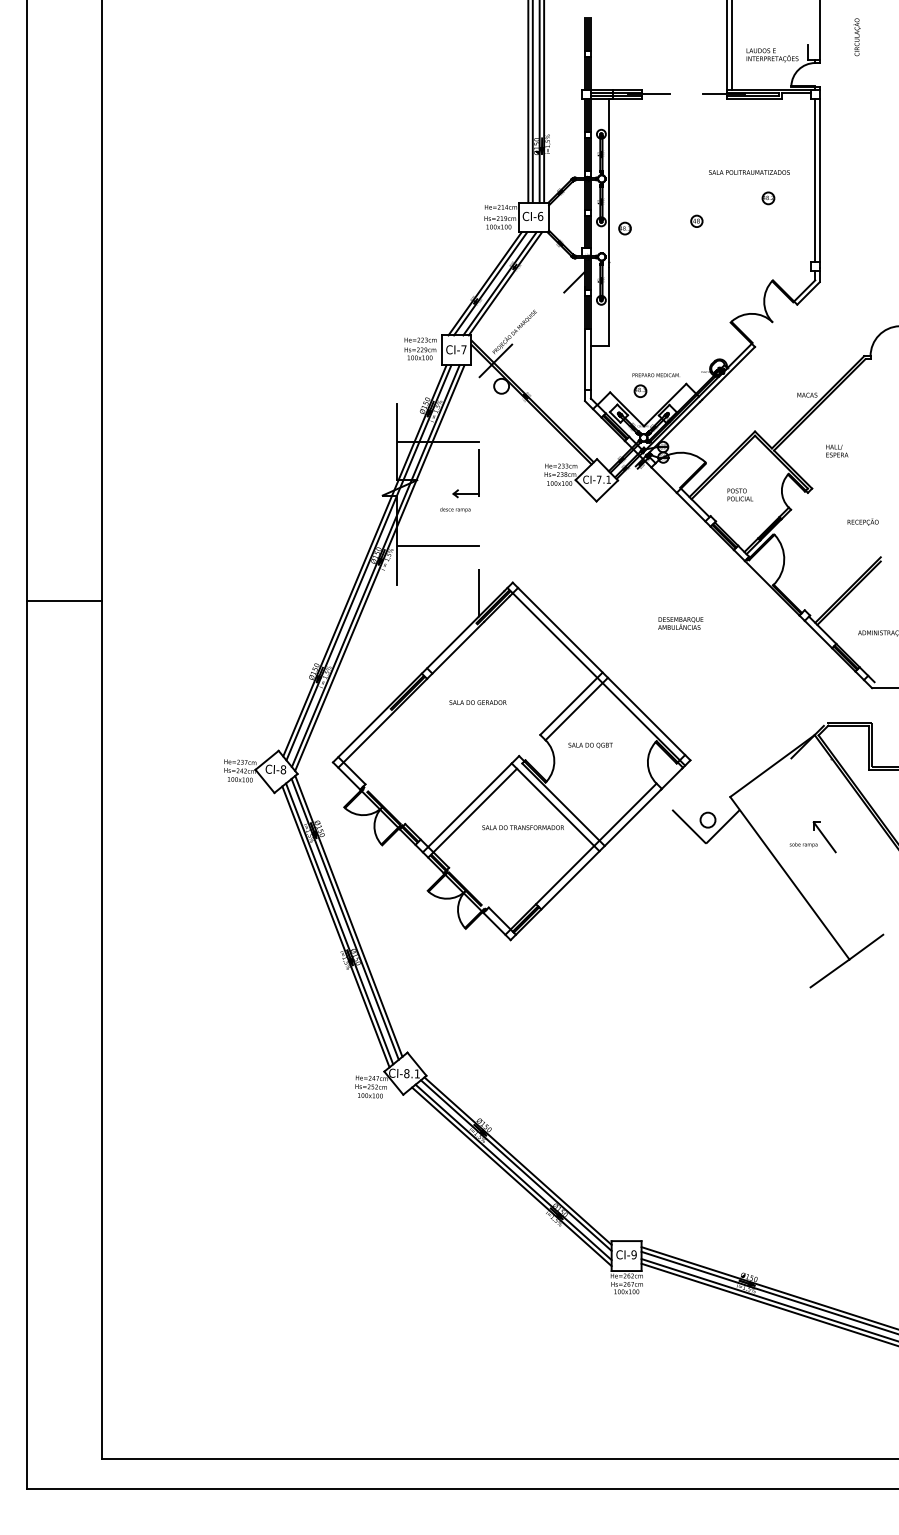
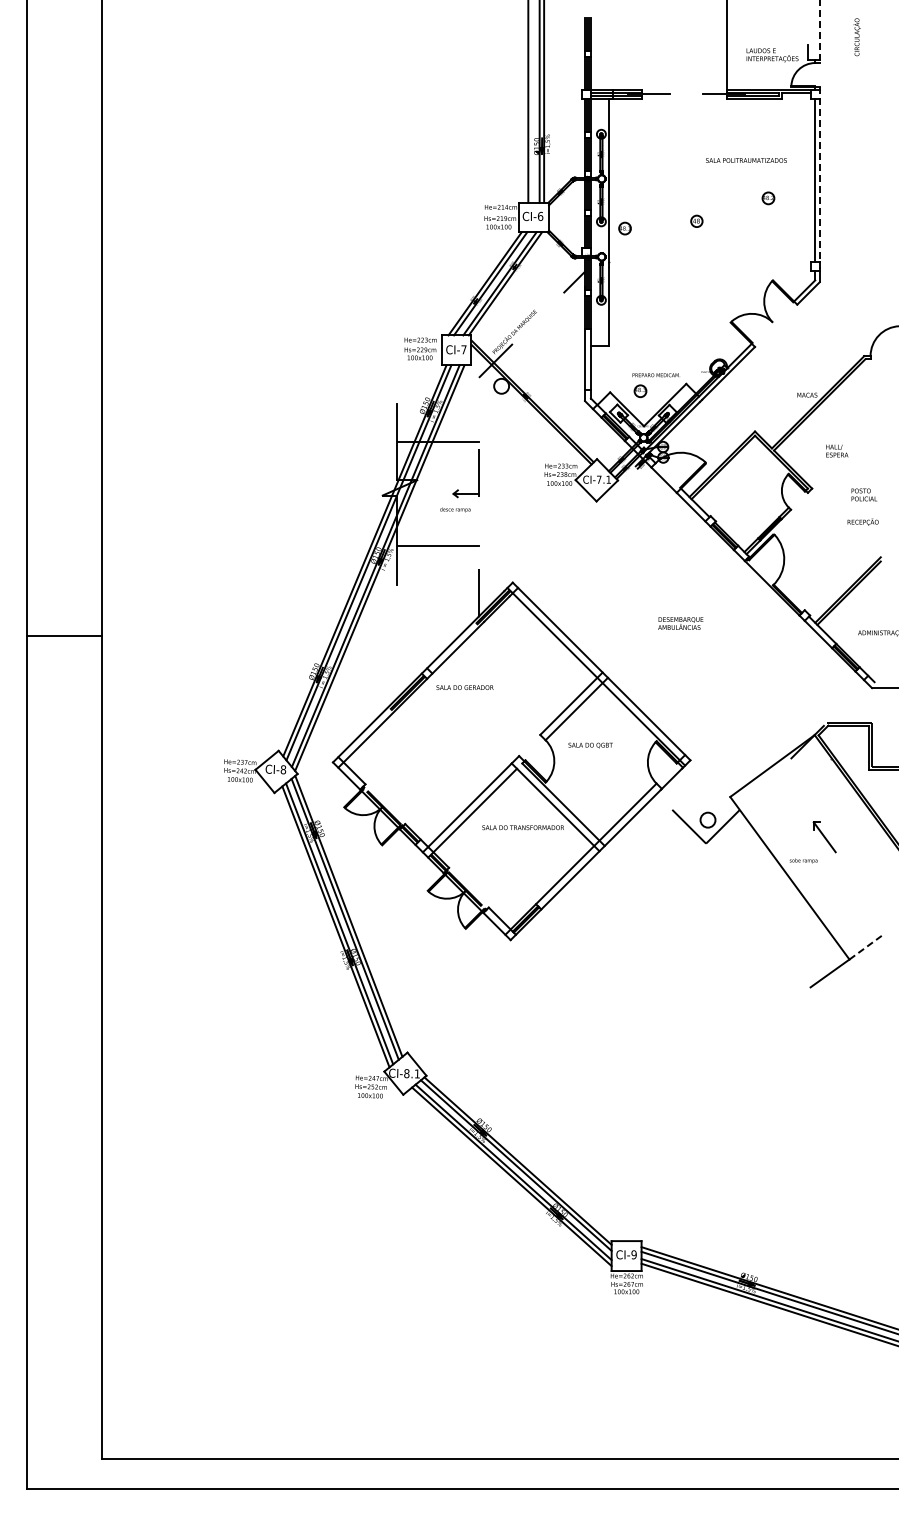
line at (819, 32): solid -> dashed
line at (731, 45): present -> none
line at (532, 102): present -> none
text at (749, 172) position: (749, 172) -> (746, 160)
line at (819, 174): solid -> dashed
text at (740, 494) position: (740, 494) -> (864, 494)
line at (63, 600) position: (63, 600) -> (63, 635)
text at (477, 702) position: (477, 702) -> (464, 687)
text at (803, 844) position: (803, 844) -> (803, 860)
line at (866, 947): solid -> dashed
